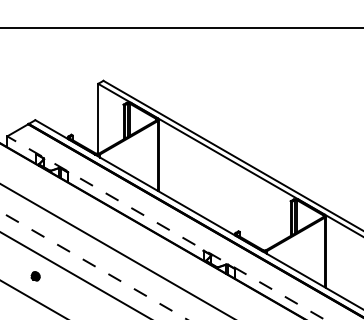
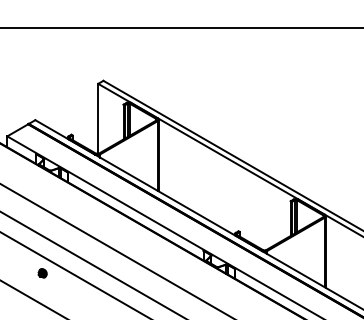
line at (165, 227): dashed -> solid
line at (93, 265): dashed -> solid
part at (35, 276) position: (35, 276) -> (42, 273)
